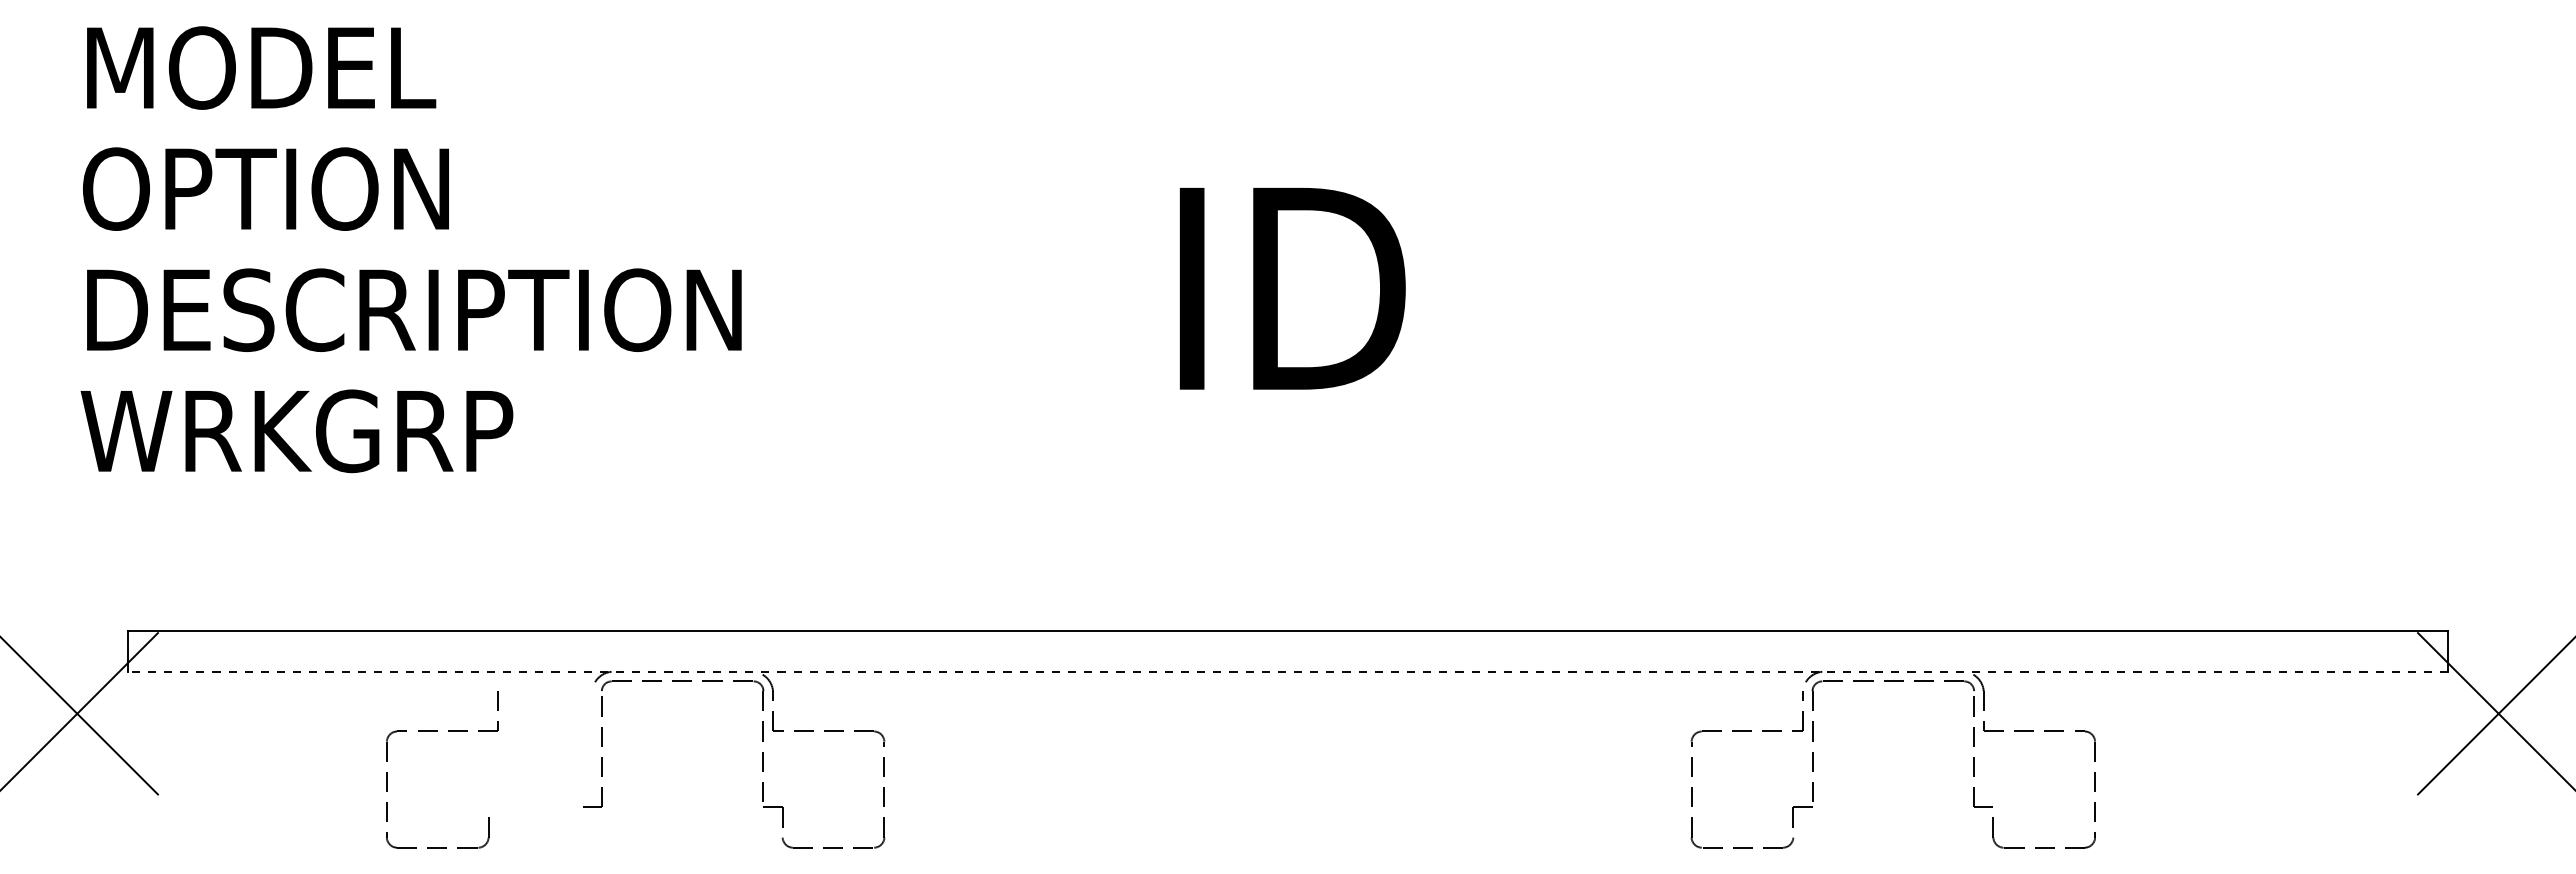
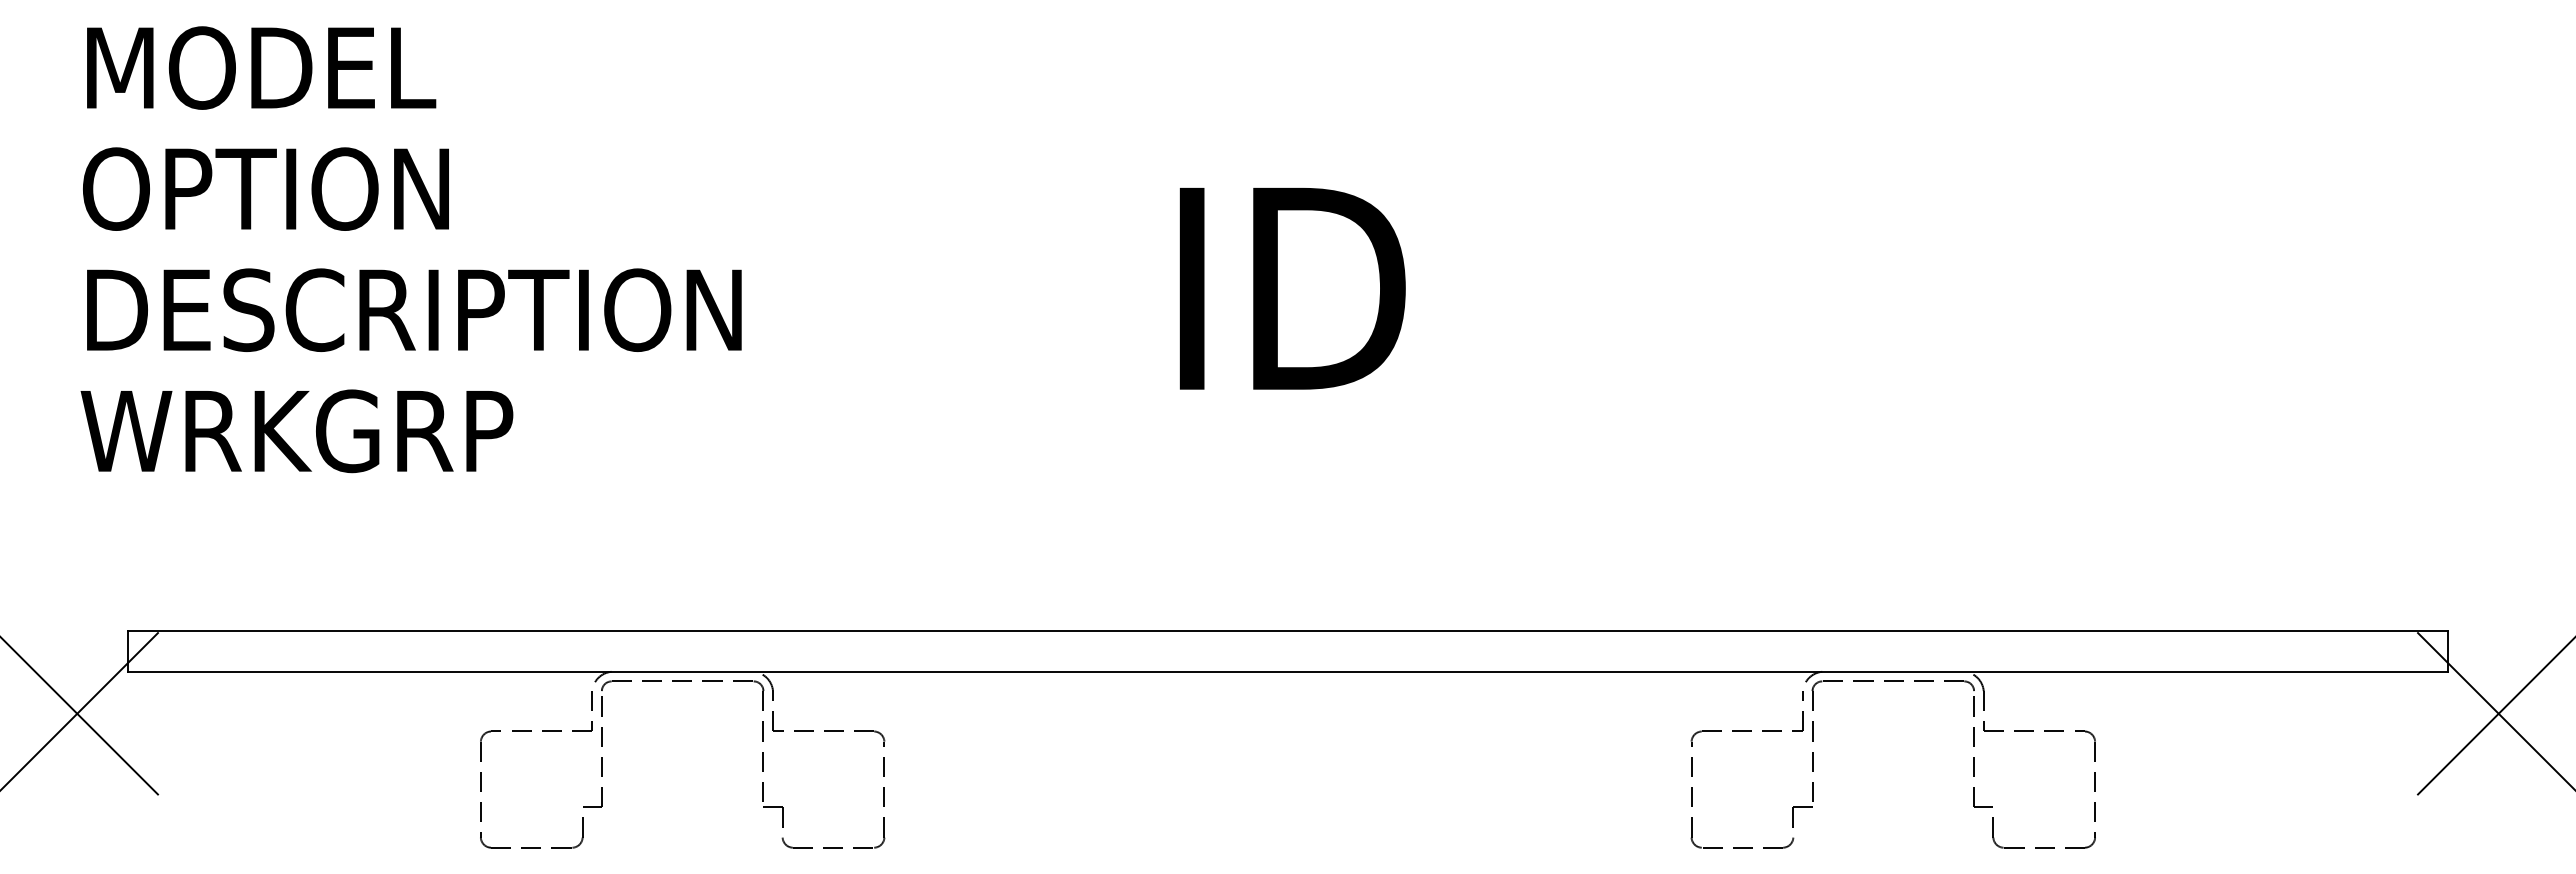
line at (1287, 671): dashed -> solid
part at (437, 731) position: (437, 731) -> (531, 731)
